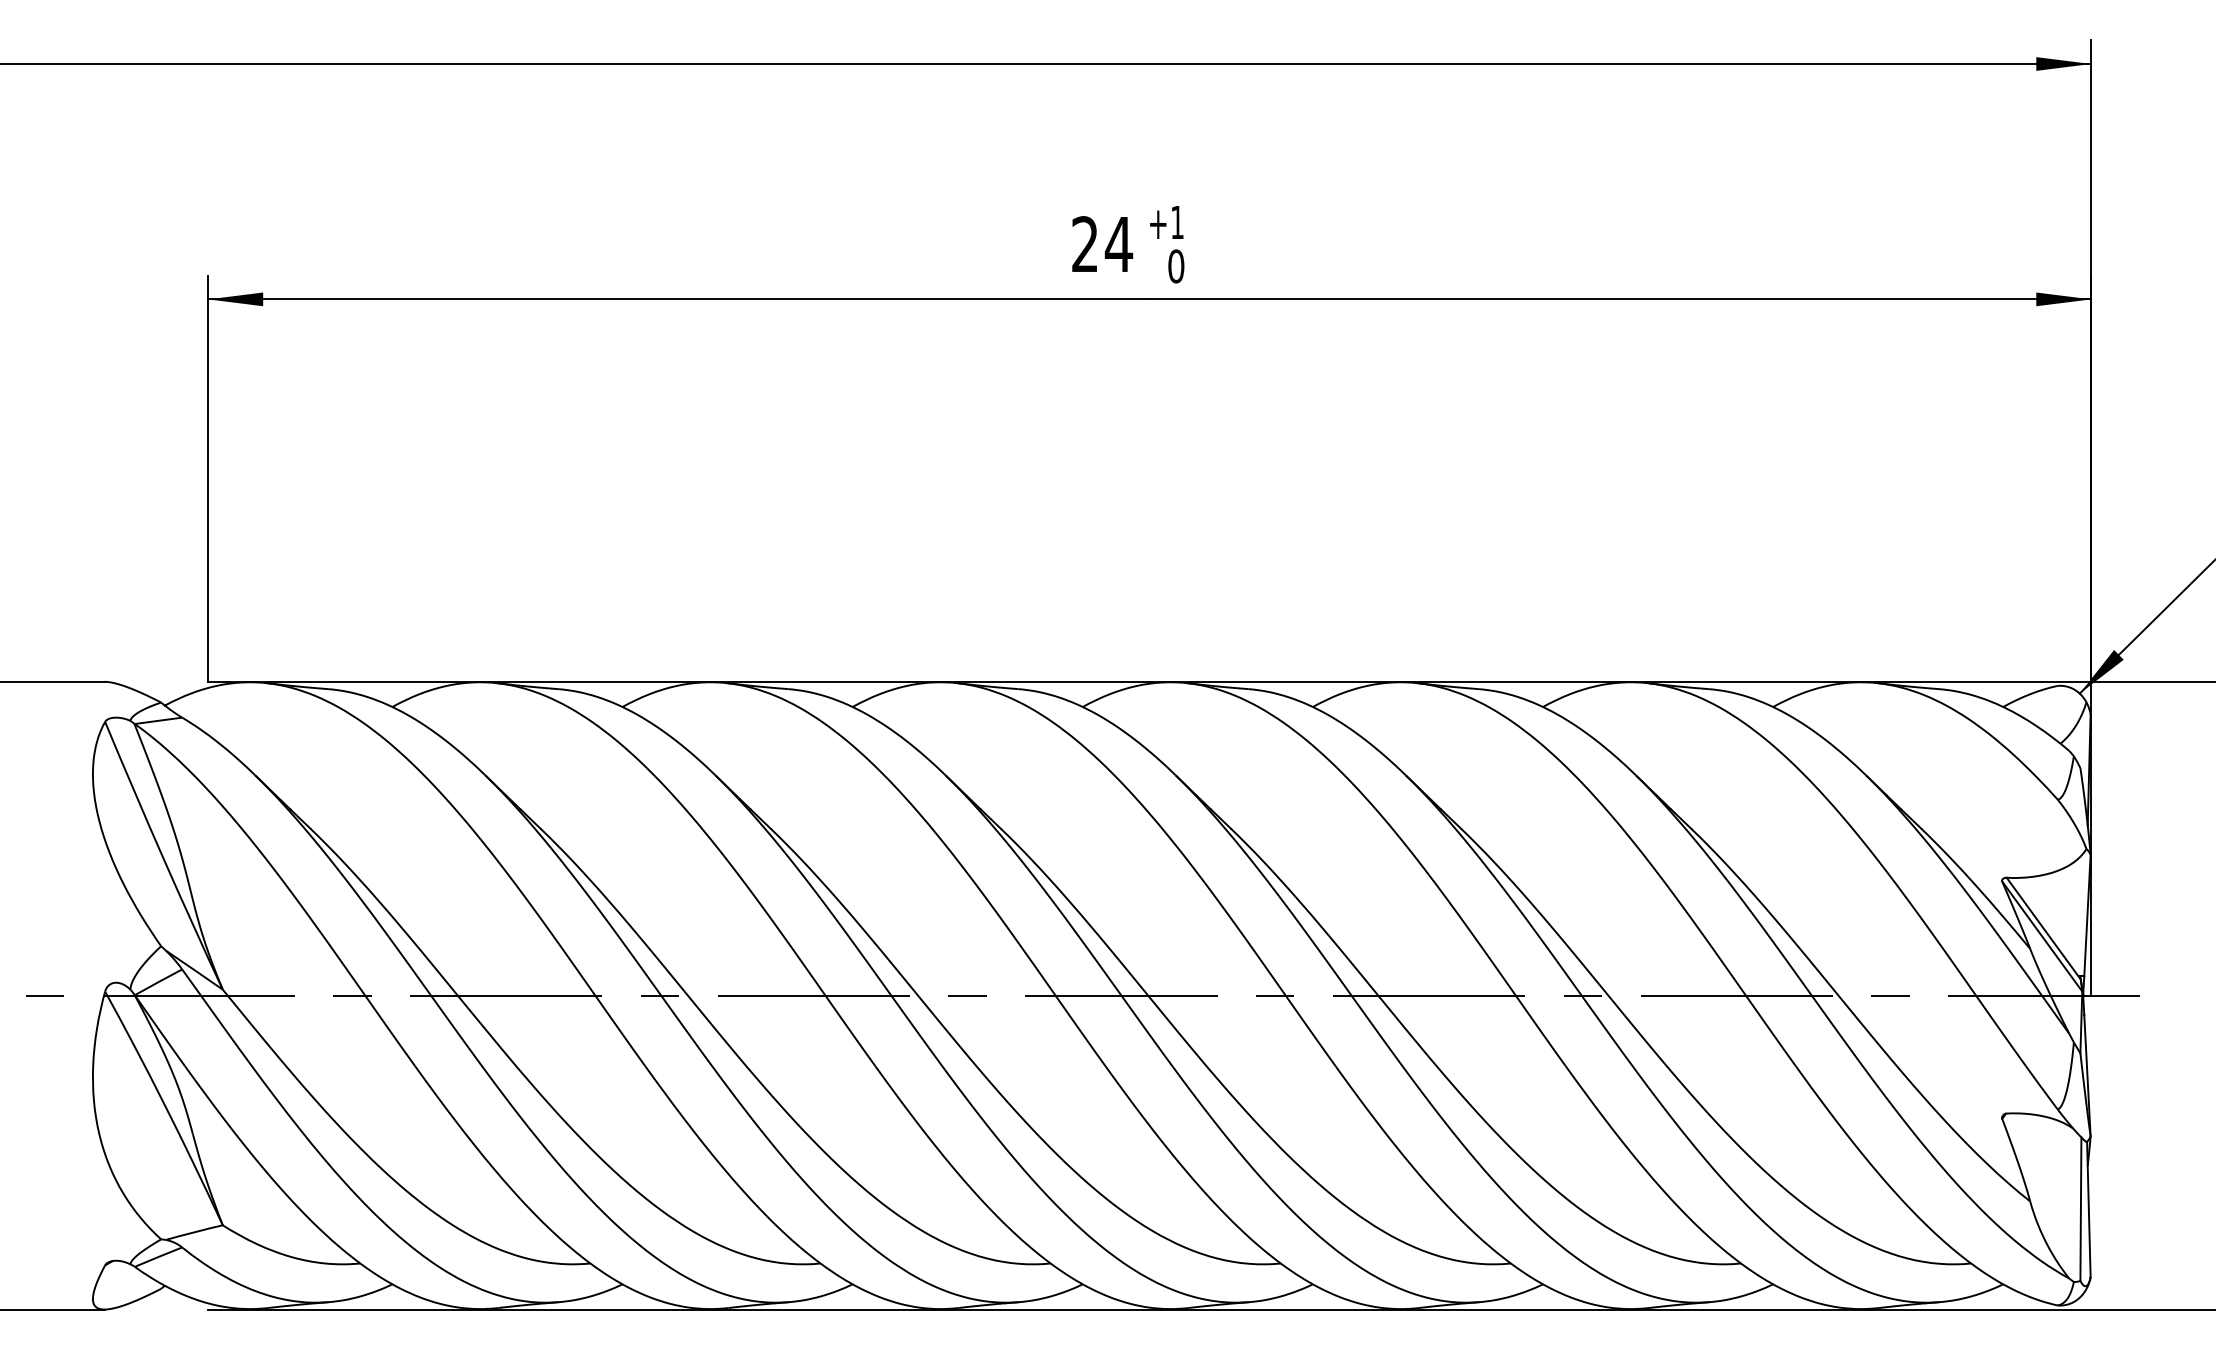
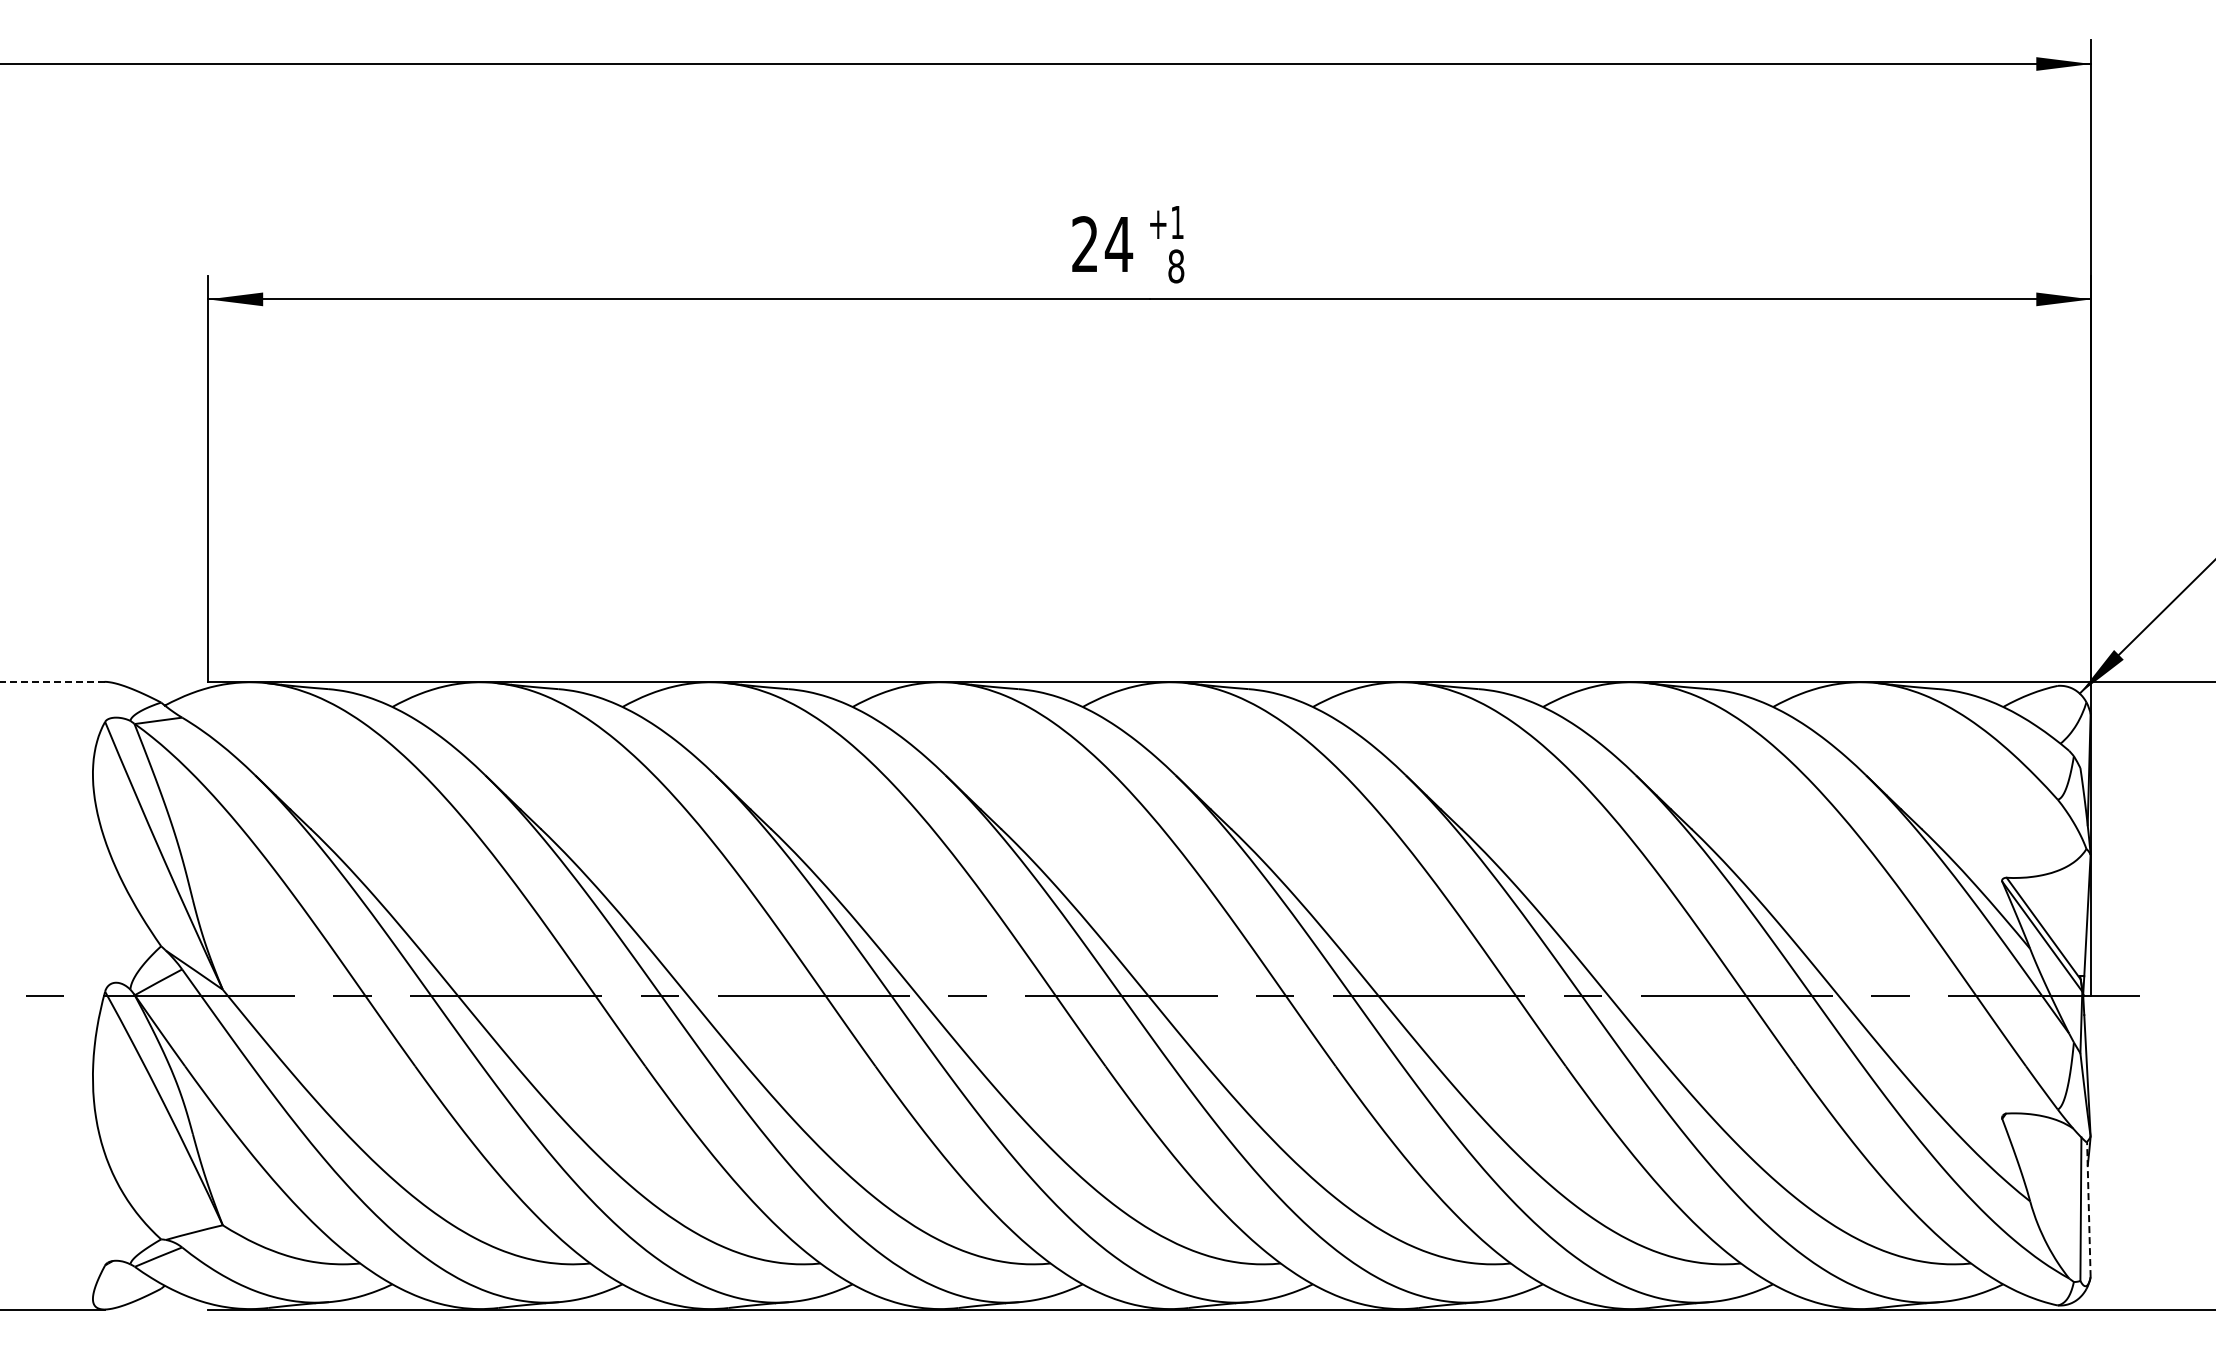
text at (1176, 266): 0 -> 8
line at (52, 681): solid -> dashed
line at (2088, 1209): solid -> dashed
